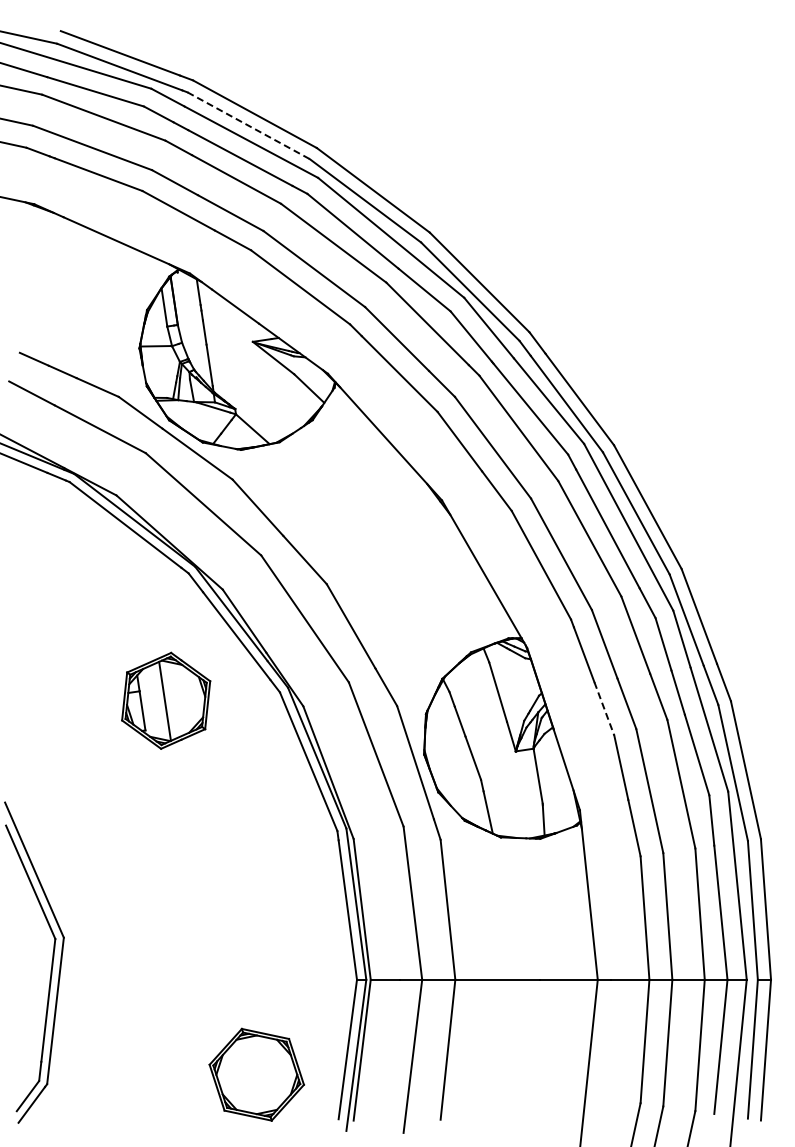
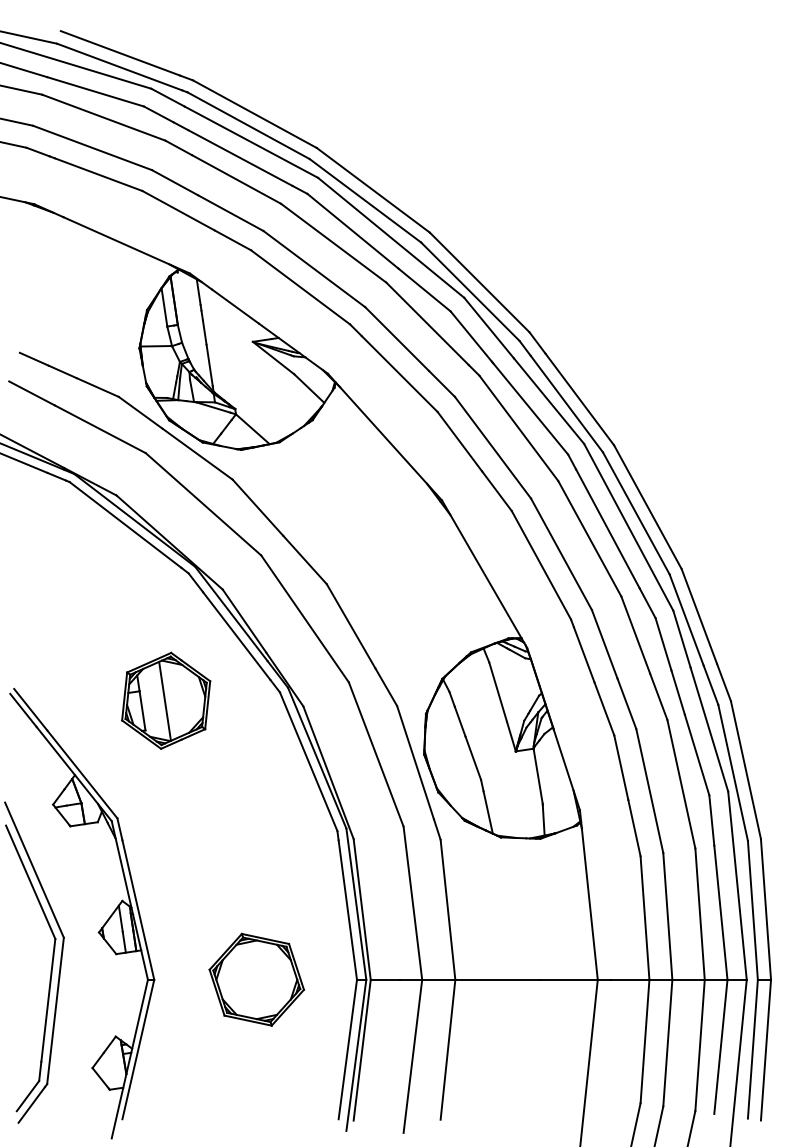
line at (248, 125): dashed -> solid
line at (604, 709): dashed -> solid
part at (100, 928): none -> present
part at (256, 1074) position: (256, 1074) -> (256, 979)
